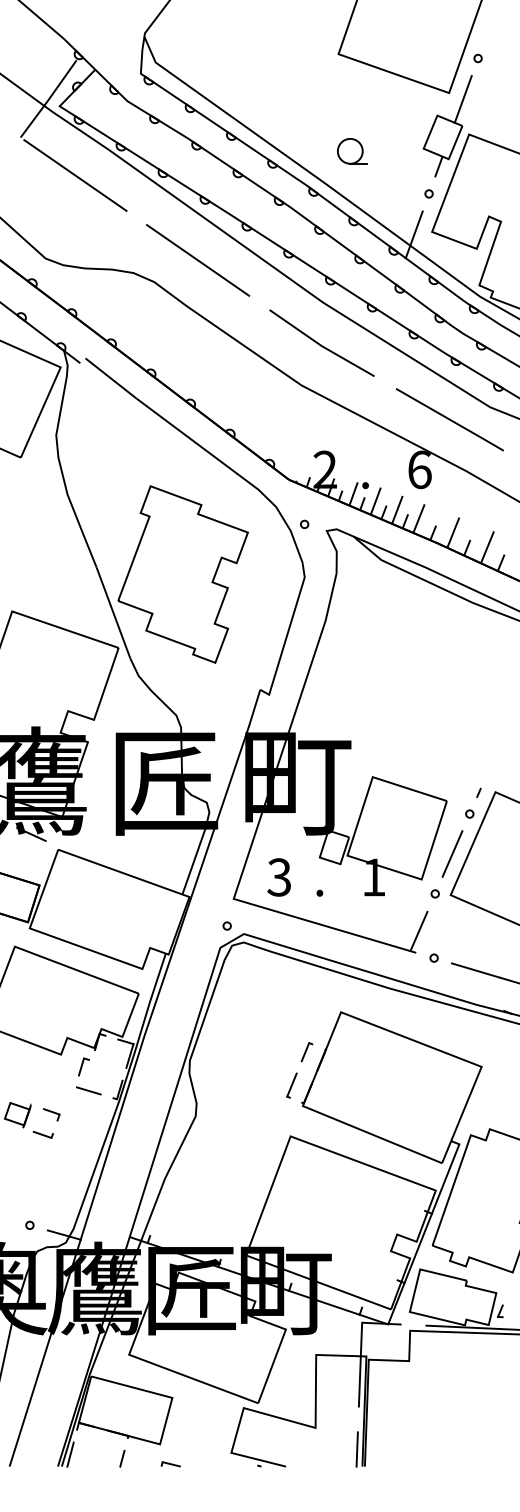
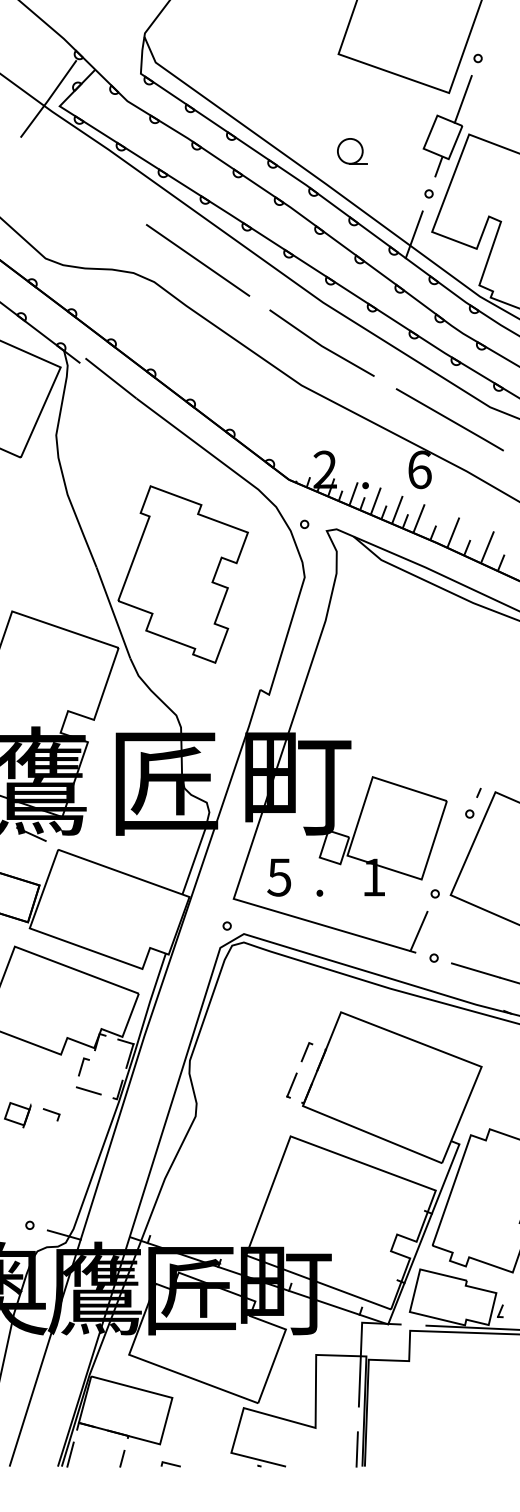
line at (75, 175): present -> none
line at (452, 853): present -> none
text at (279, 877): 3 -> 5
line at (42, 1134): present -> none
